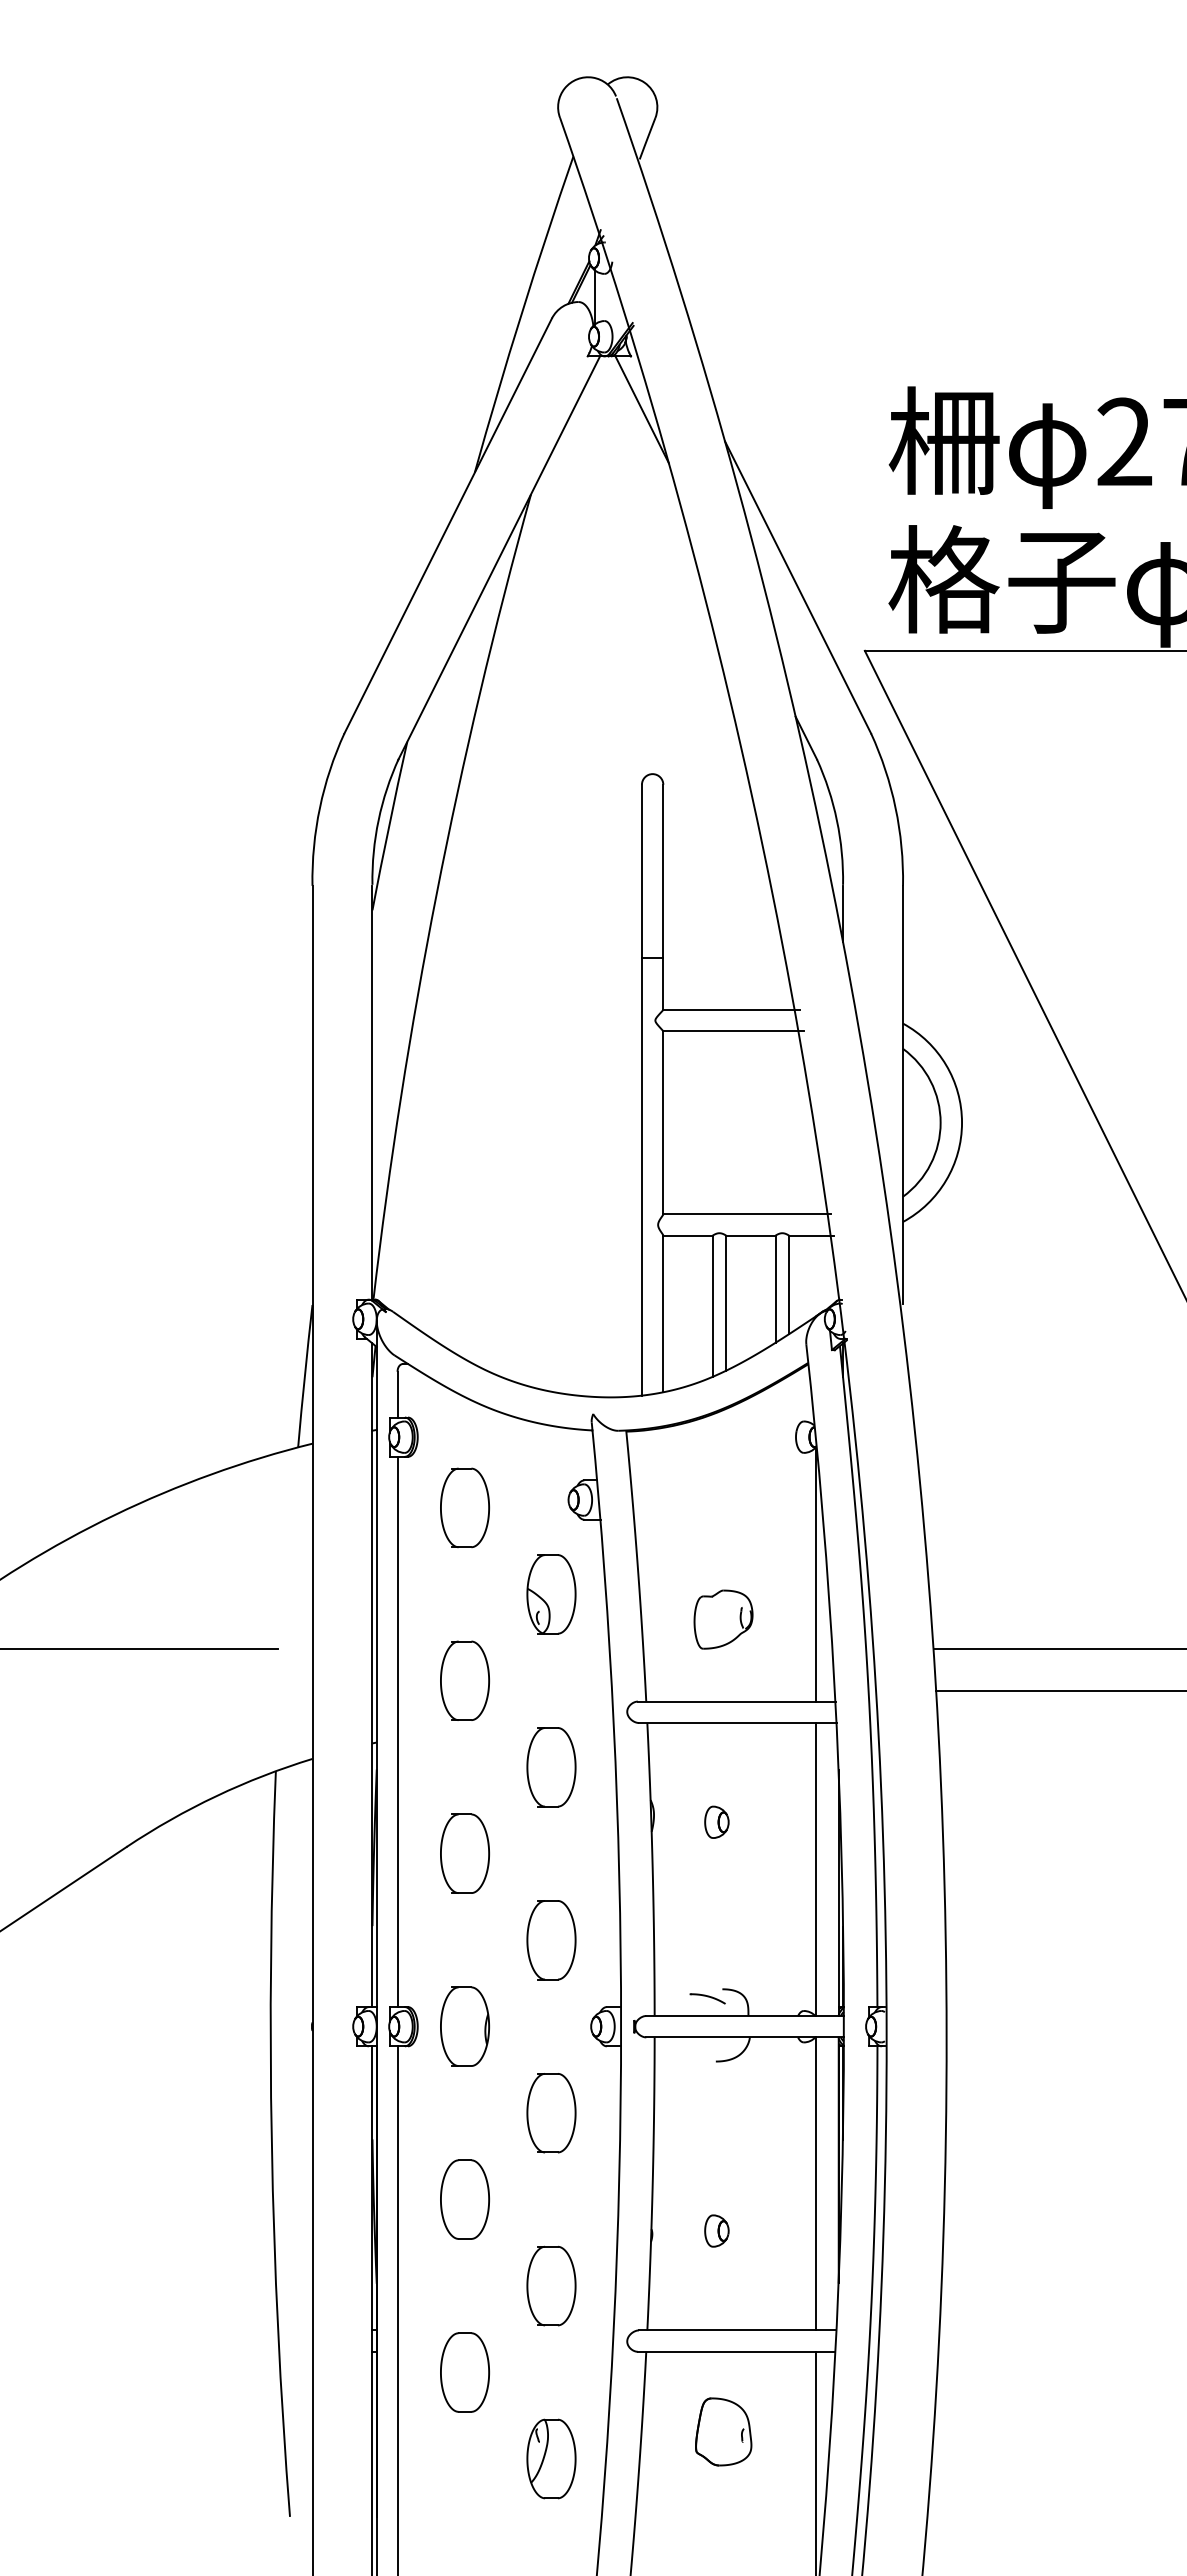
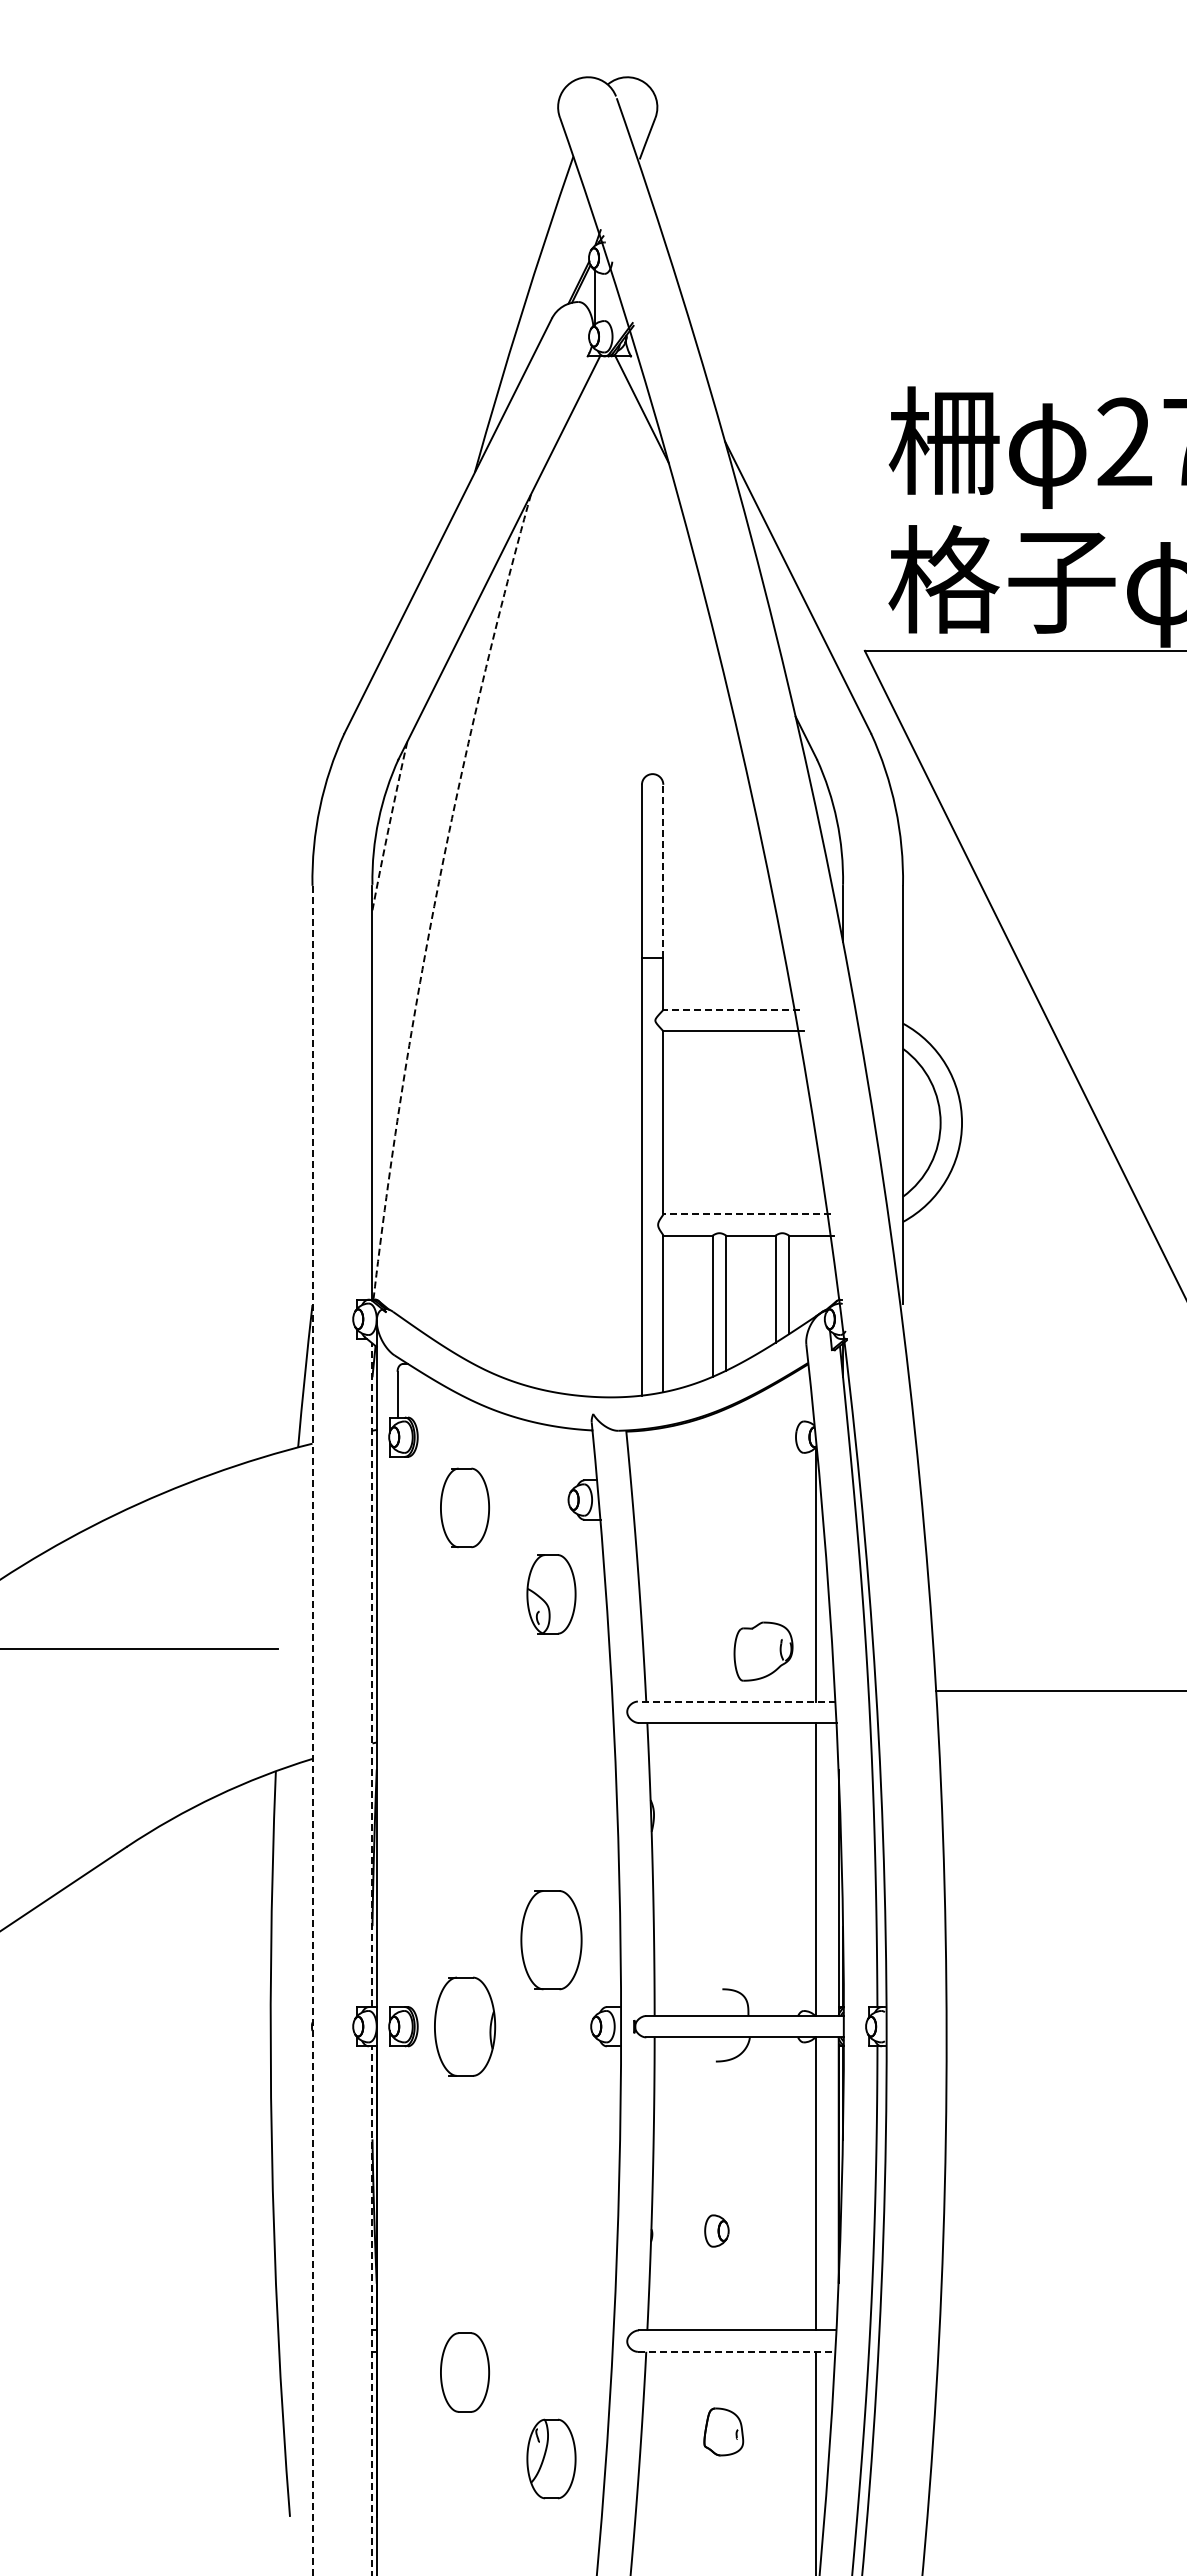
arc at (389, 825): solid -> dashed
line at (663, 870): solid -> dashed
arc at (436, 894): solid -> dashed
line at (731, 1009): solid -> dashed
line at (747, 1214): solid -> dashed
part at (723, 1619) position: (723, 1619) -> (763, 1651)
line at (1058, 1649): present -> none
line at (372, 1675): solid -> dashed
part at (464, 1680): present -> none
line at (736, 1701): solid -> dashed
line at (312, 1730): solid -> dashed
line at (397, 1731): present -> none
part at (551, 1767): present -> none
part at (716, 1821): present -> none
part at (464, 1853): present -> none
part at (551, 1940) size: 51x81 px -> 63x101 px
part at (707, 1998): present -> none
part at (464, 2026) size: 50x81 px -> 63x101 px
part at (551, 2113): present -> none
part at (464, 2199): present -> none
part at (551, 2285): present -> none
line at (397, 2309): present -> none
line at (372, 2310): solid -> dashed
line at (736, 2351): solid -> dashed
part at (723, 2431) size: 58x70 px -> 42x50 px
